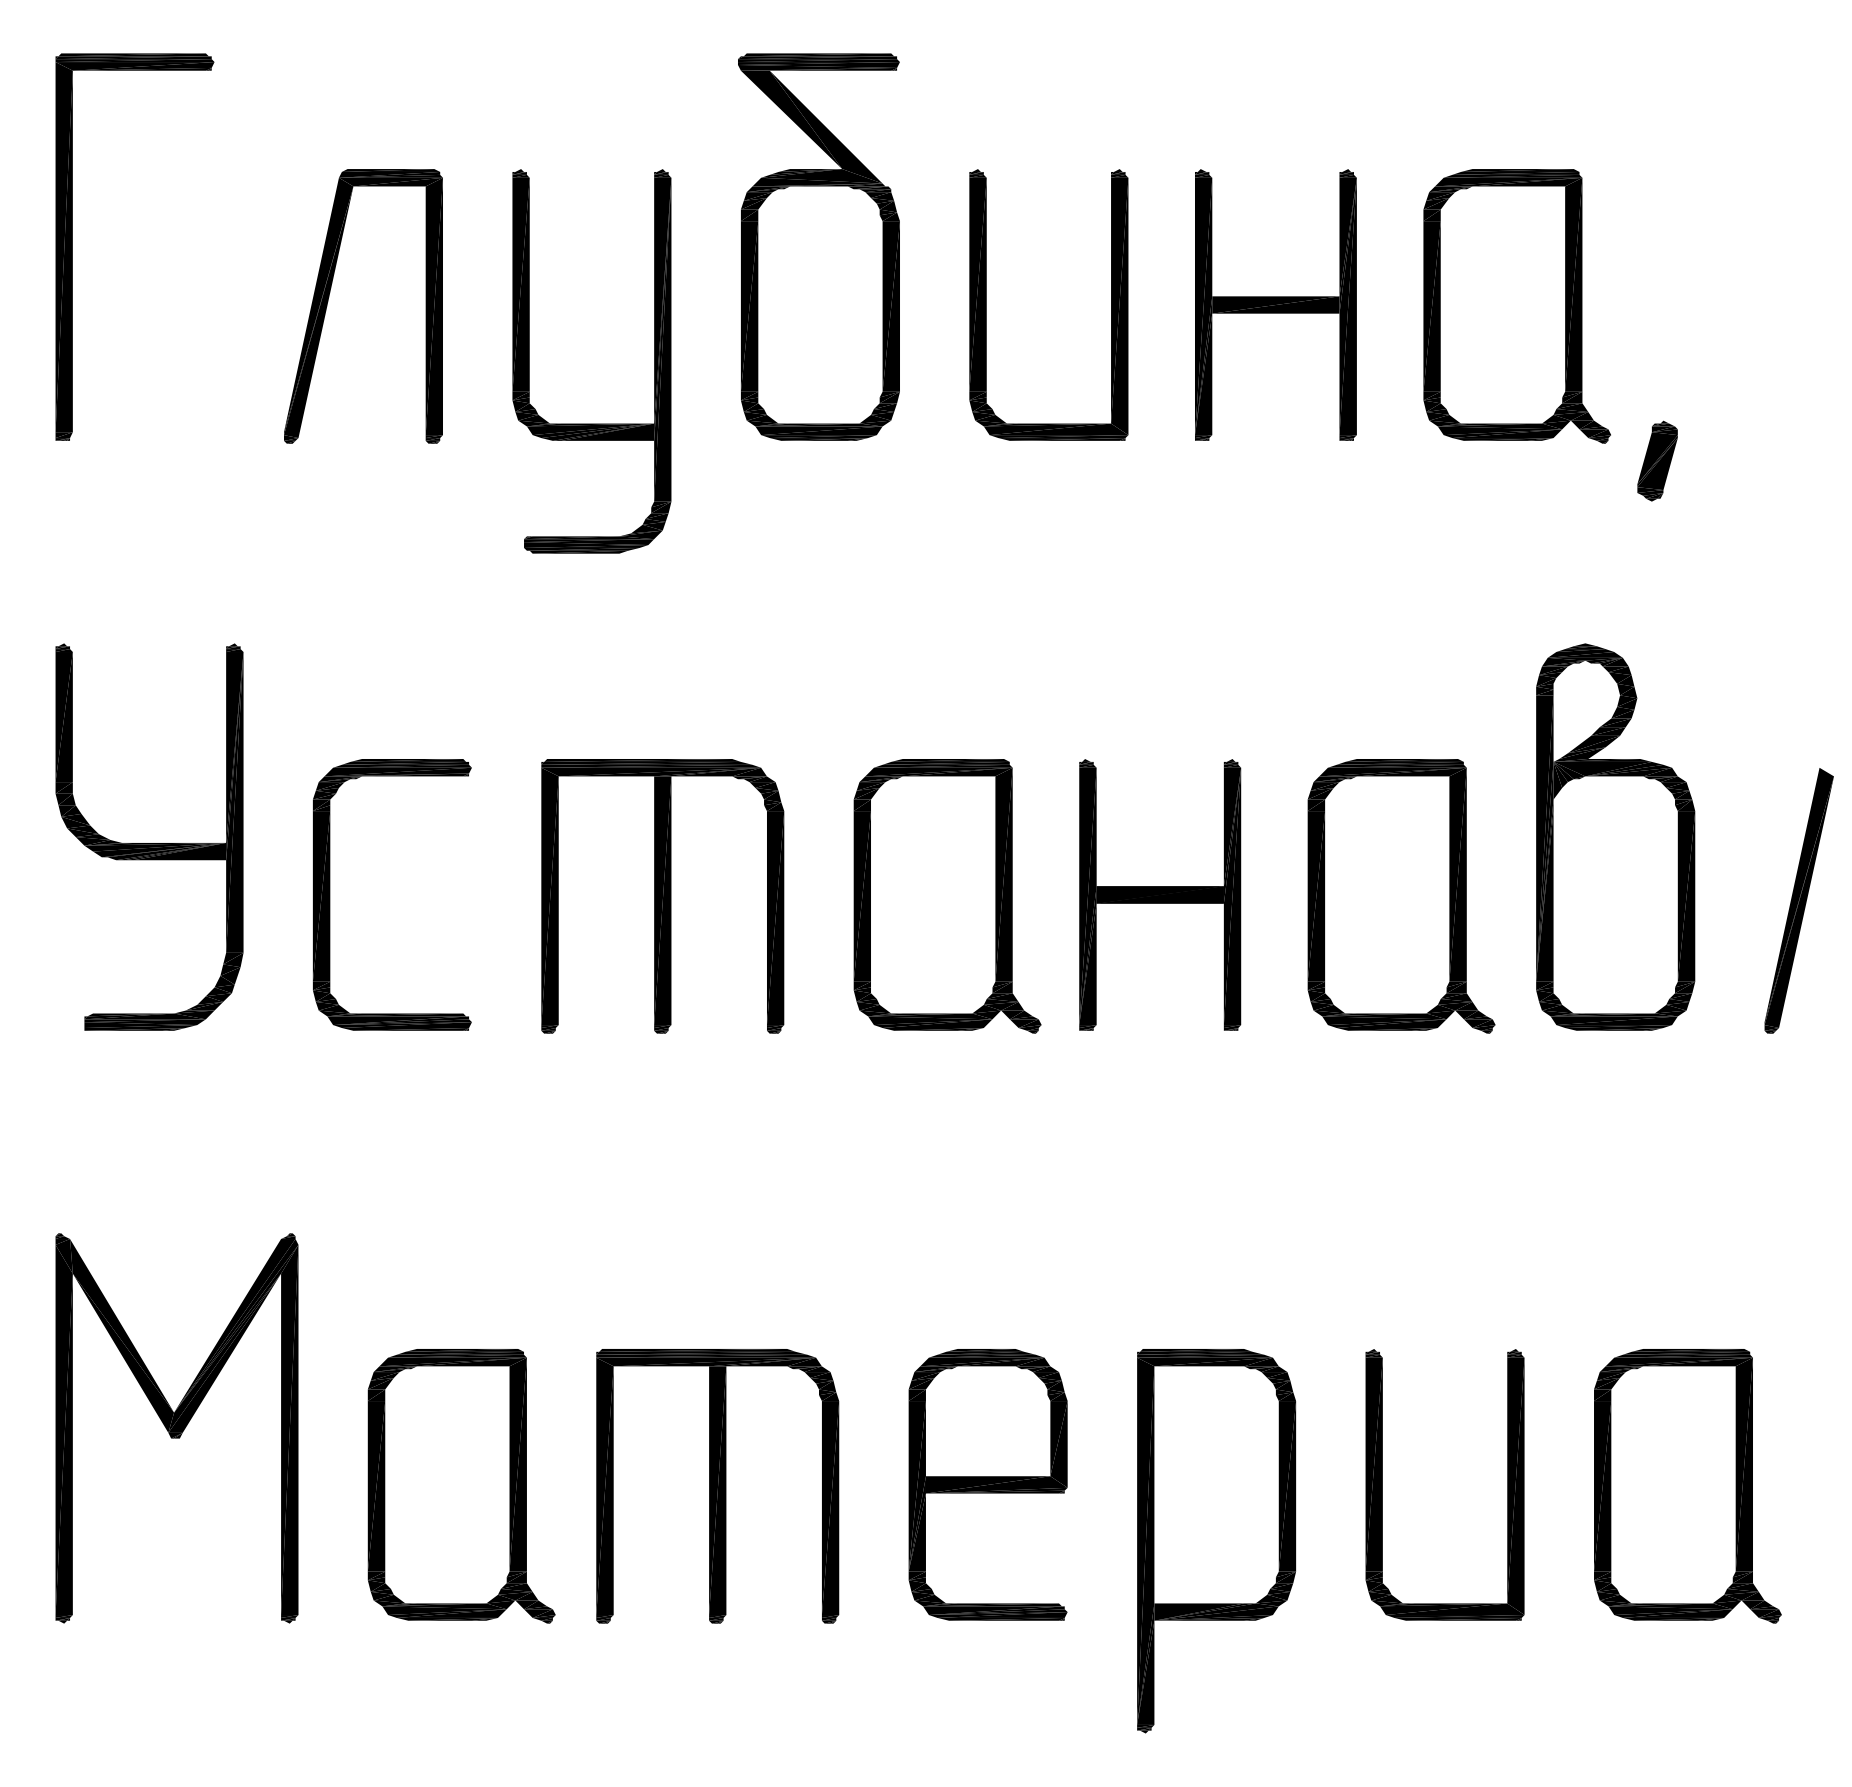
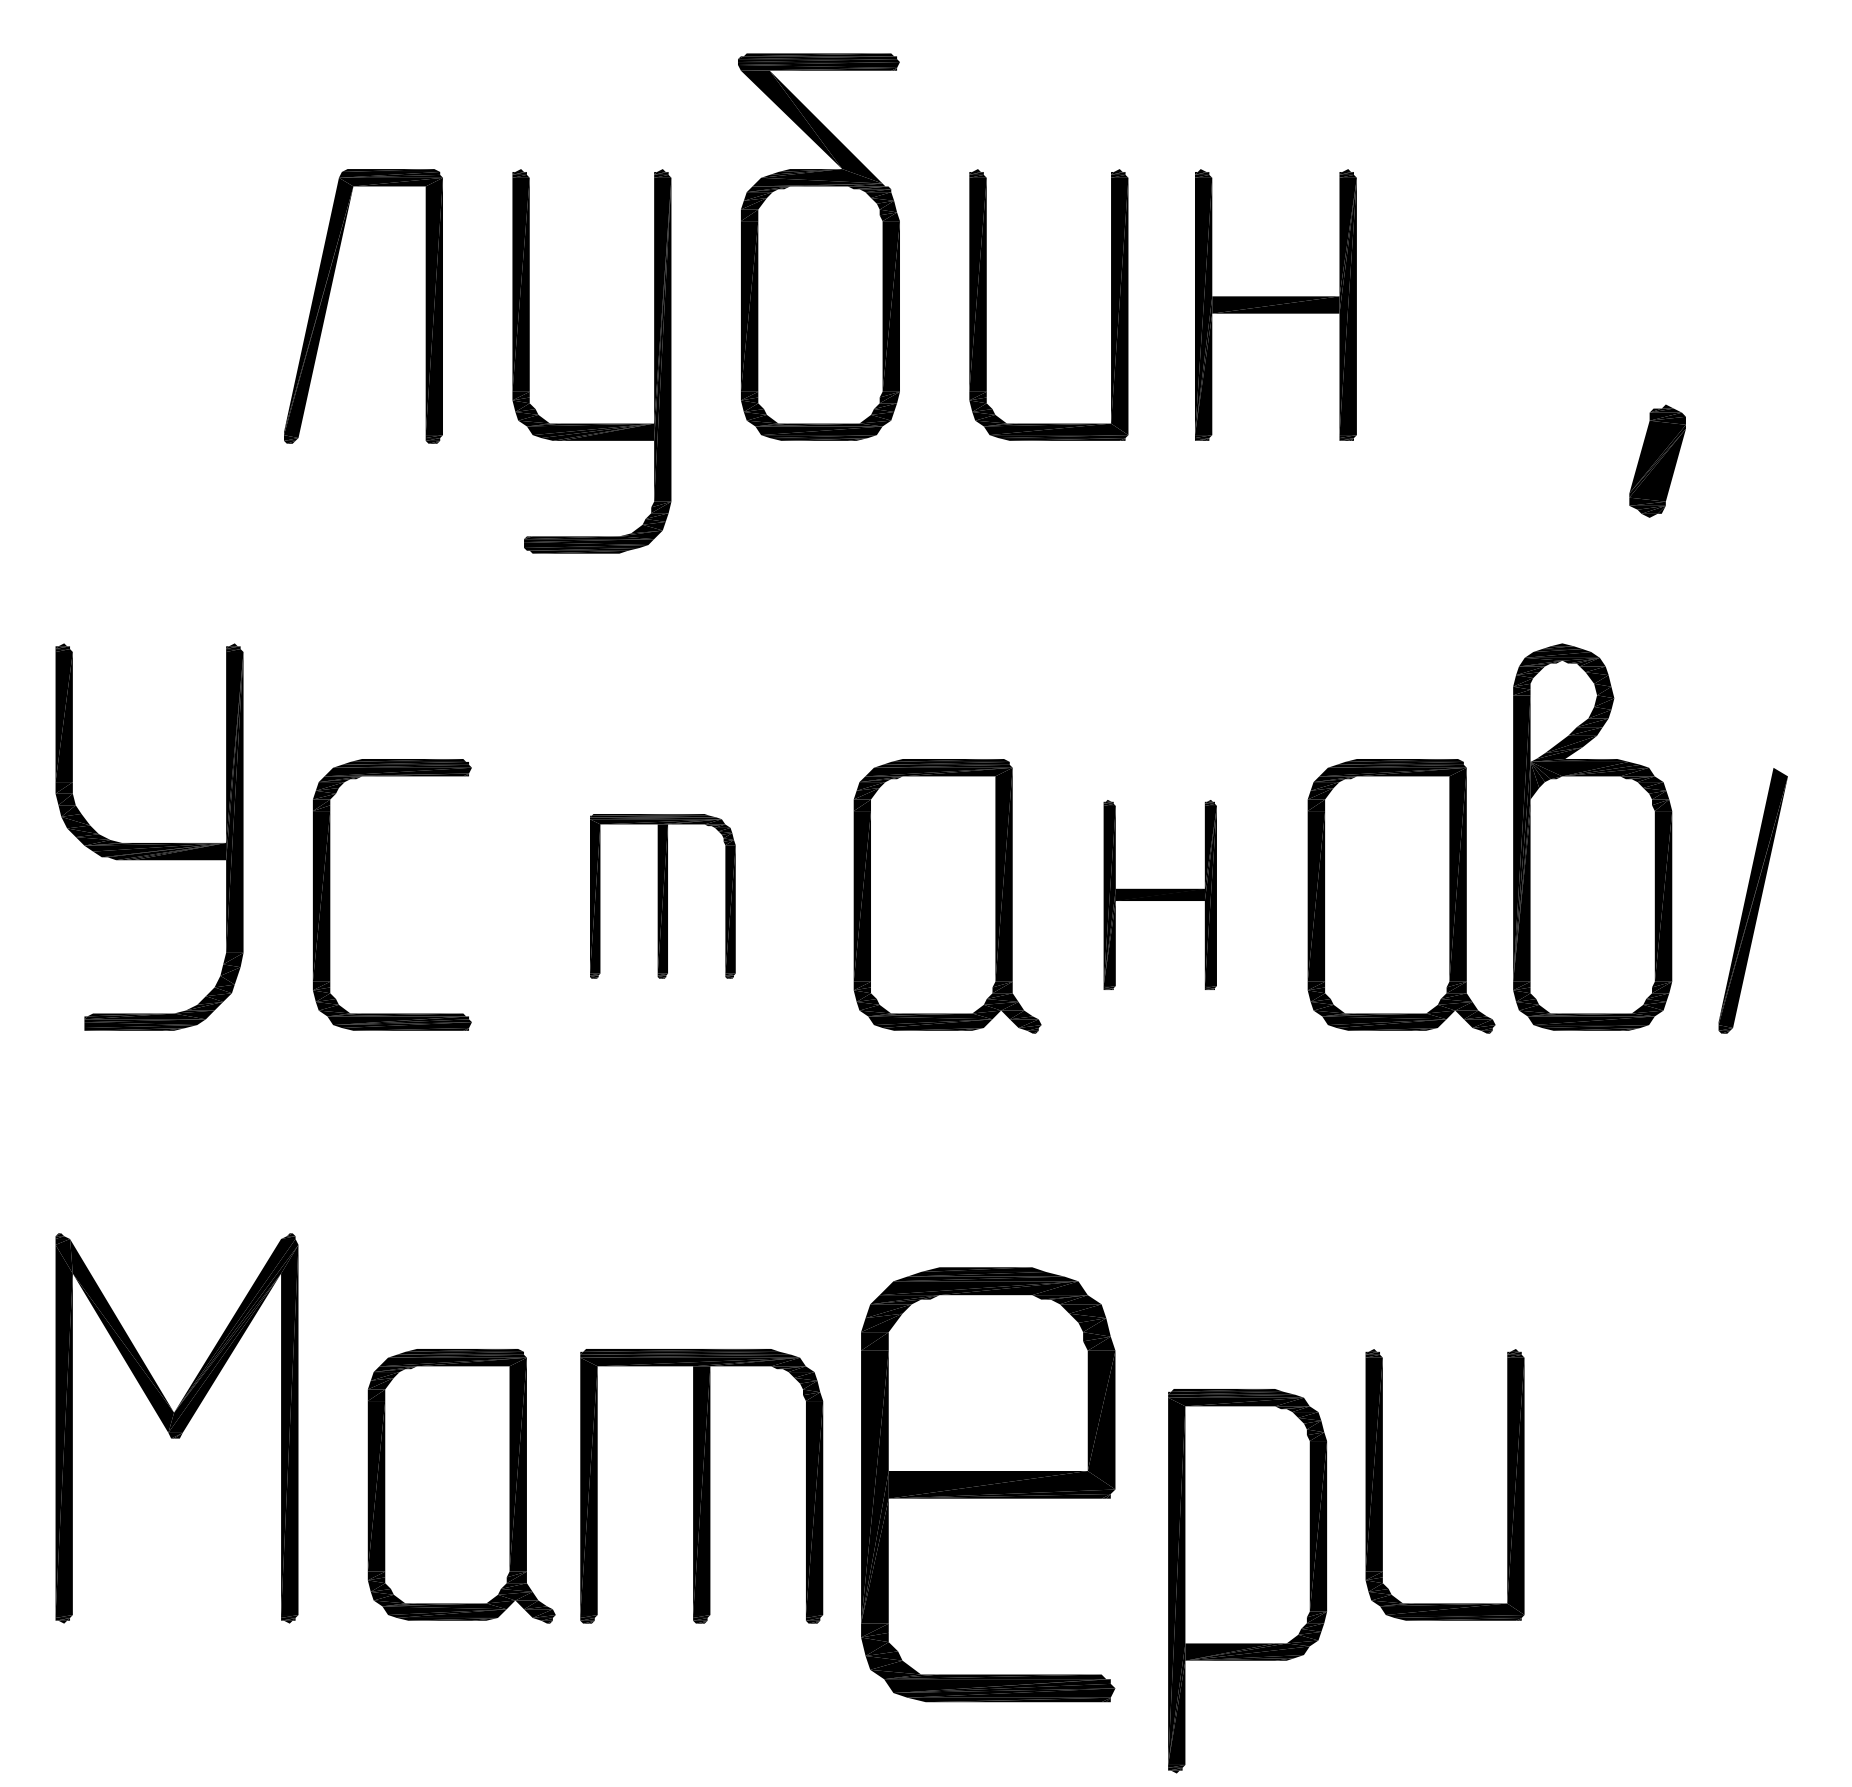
part at (72, 246): present -> none
part at (1516, 306): present -> none
part at (1657, 460) size: 41x82 px -> 57x114 px
part at (1615, 836) position: (1615, 836) -> (1592, 836)
part at (1160, 894) size: 163x272 px -> 114x190 px
part at (662, 896) size: 244x275 px -> 146x165 px
part at (1798, 900) position: (1798, 900) -> (1752, 900)
part at (987, 1484) size: 160x272 px -> 255x436 px
part at (717, 1486) position: (717, 1486) -> (701, 1486)
part at (1687, 1486): present -> none
part at (1216, 1541) position: (1216, 1541) -> (1247, 1581)
